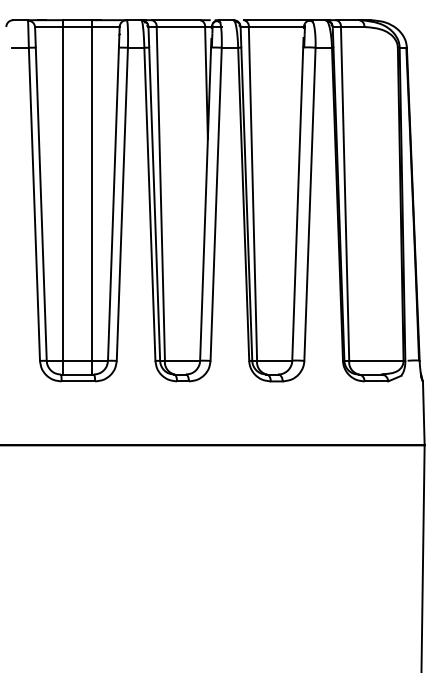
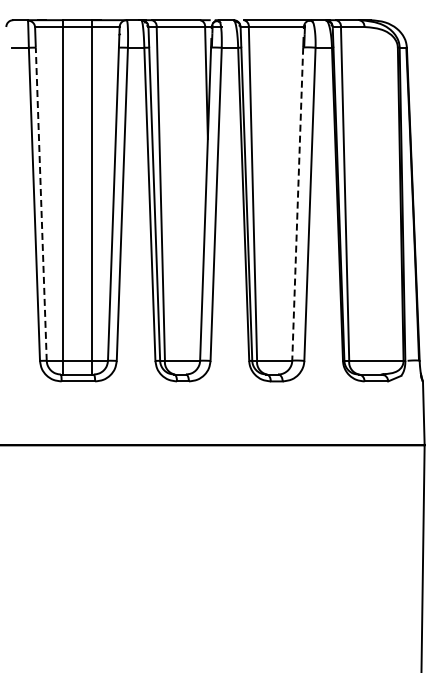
line at (41, 204): solid -> dashed
line at (297, 204): solid -> dashed
